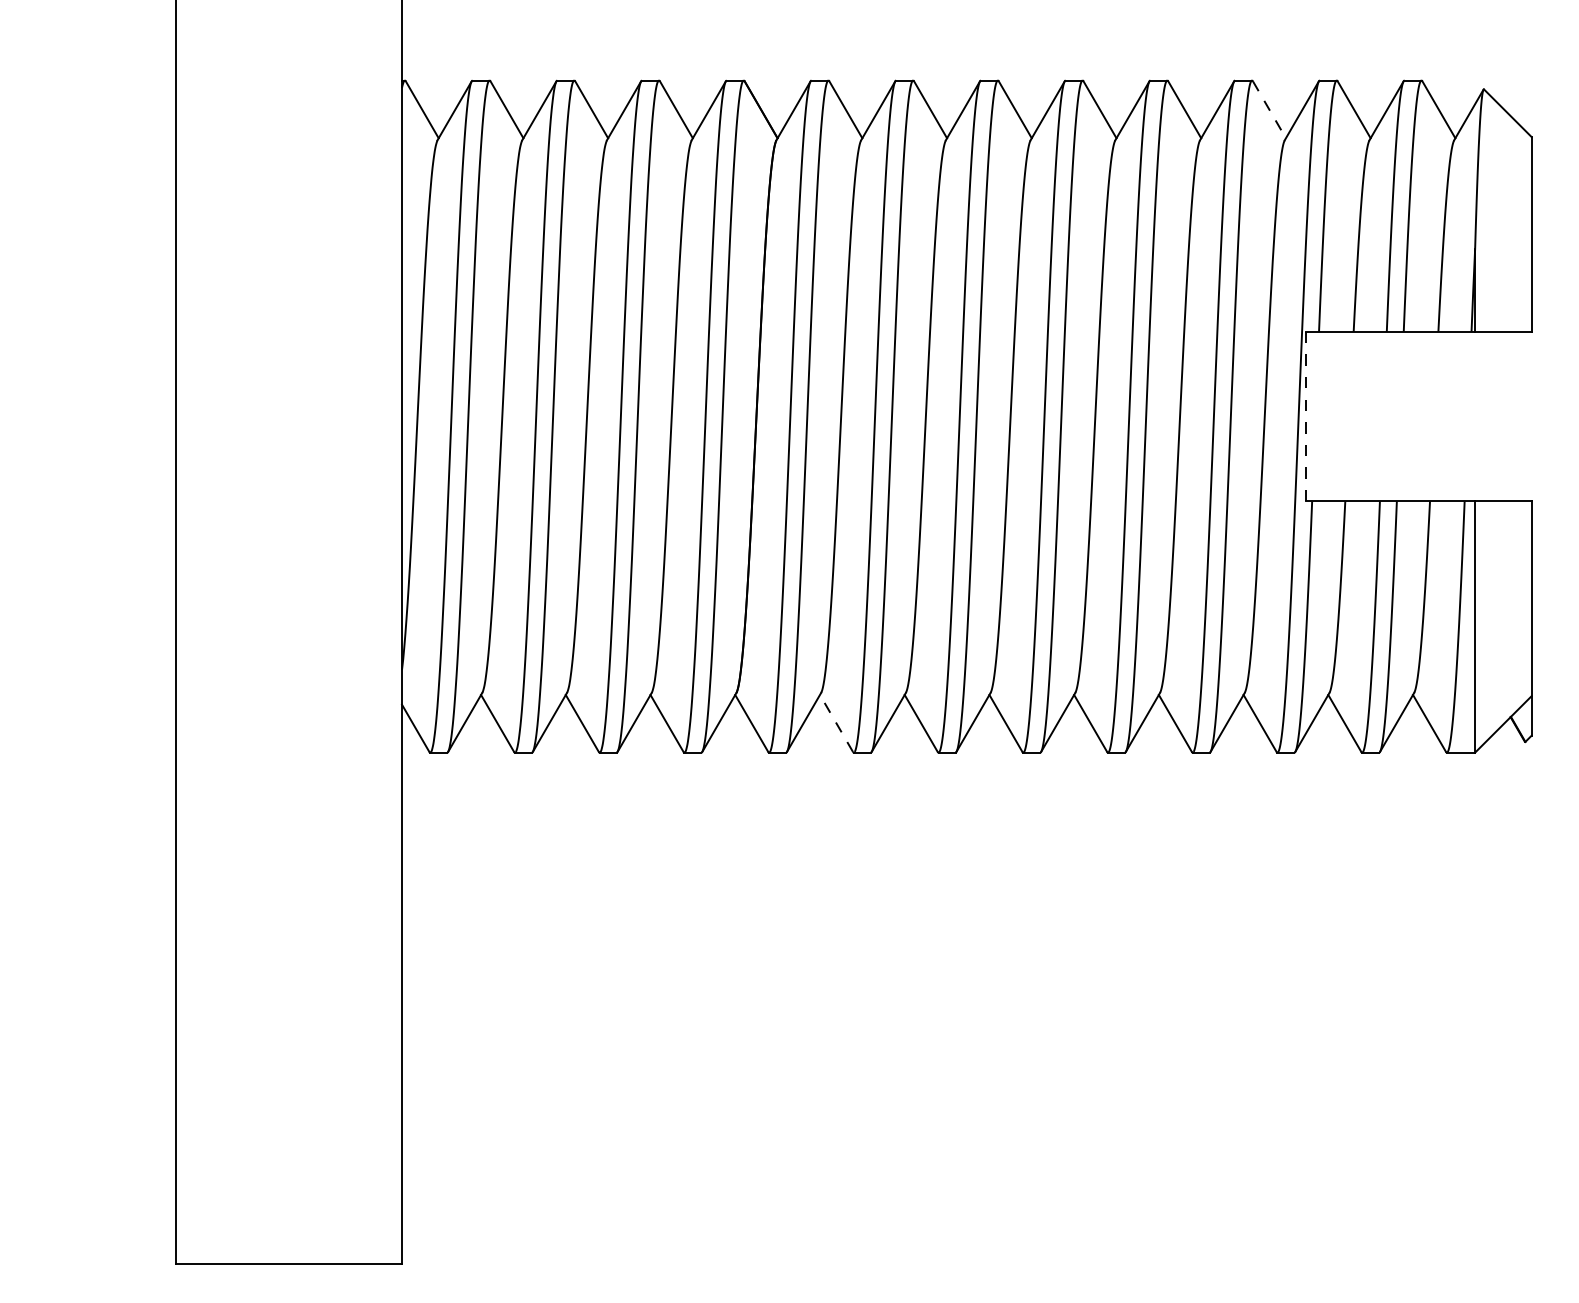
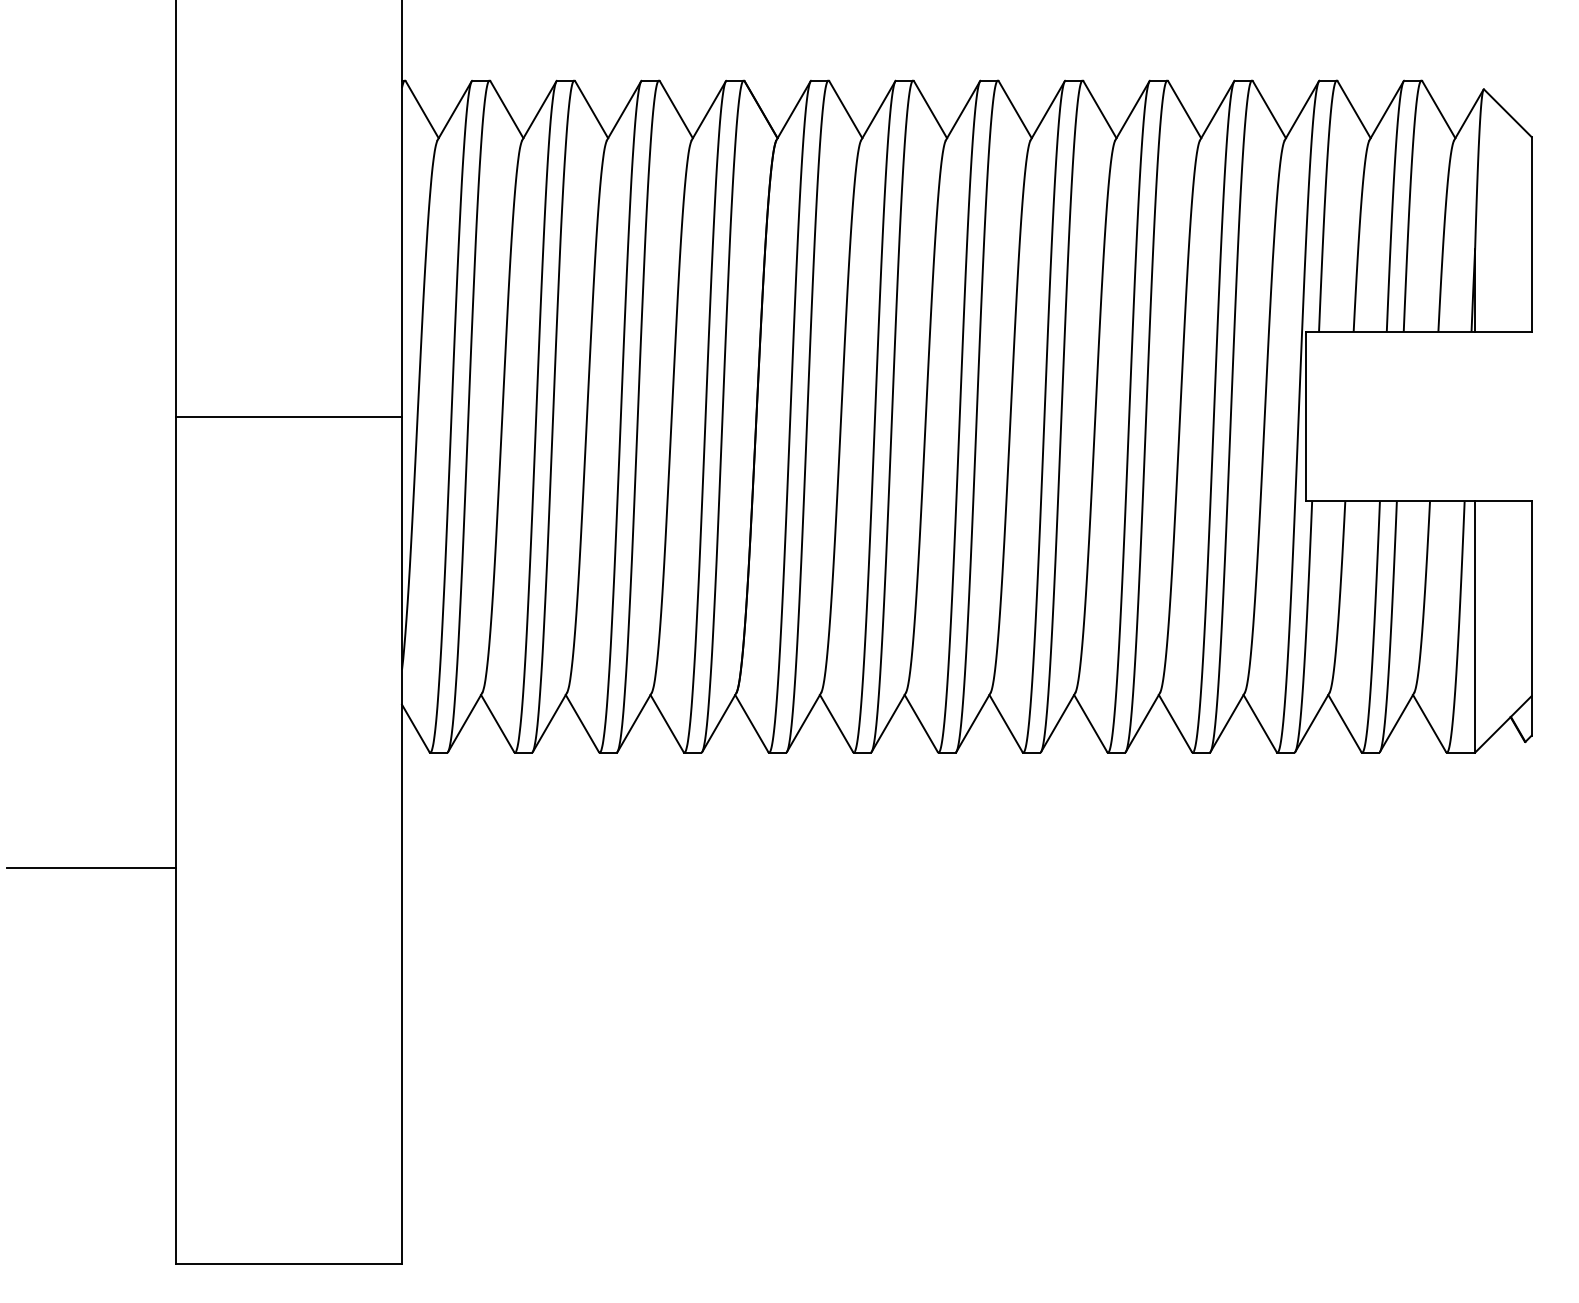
line at (1269, 109): dashed -> solid
line at (289, 416): none -> present
line at (1305, 416): dashed -> solid
line at (836, 723): dashed -> solid
line at (91, 868): none -> present
